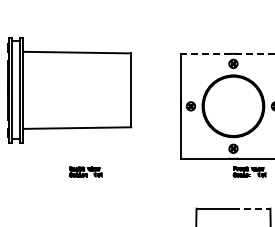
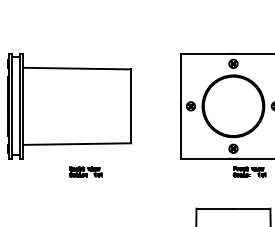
line at (227, 54): dashed -> solid
part at (69, 90) position: (69, 90) -> (69, 106)
line at (252, 208): dashed -> solid
